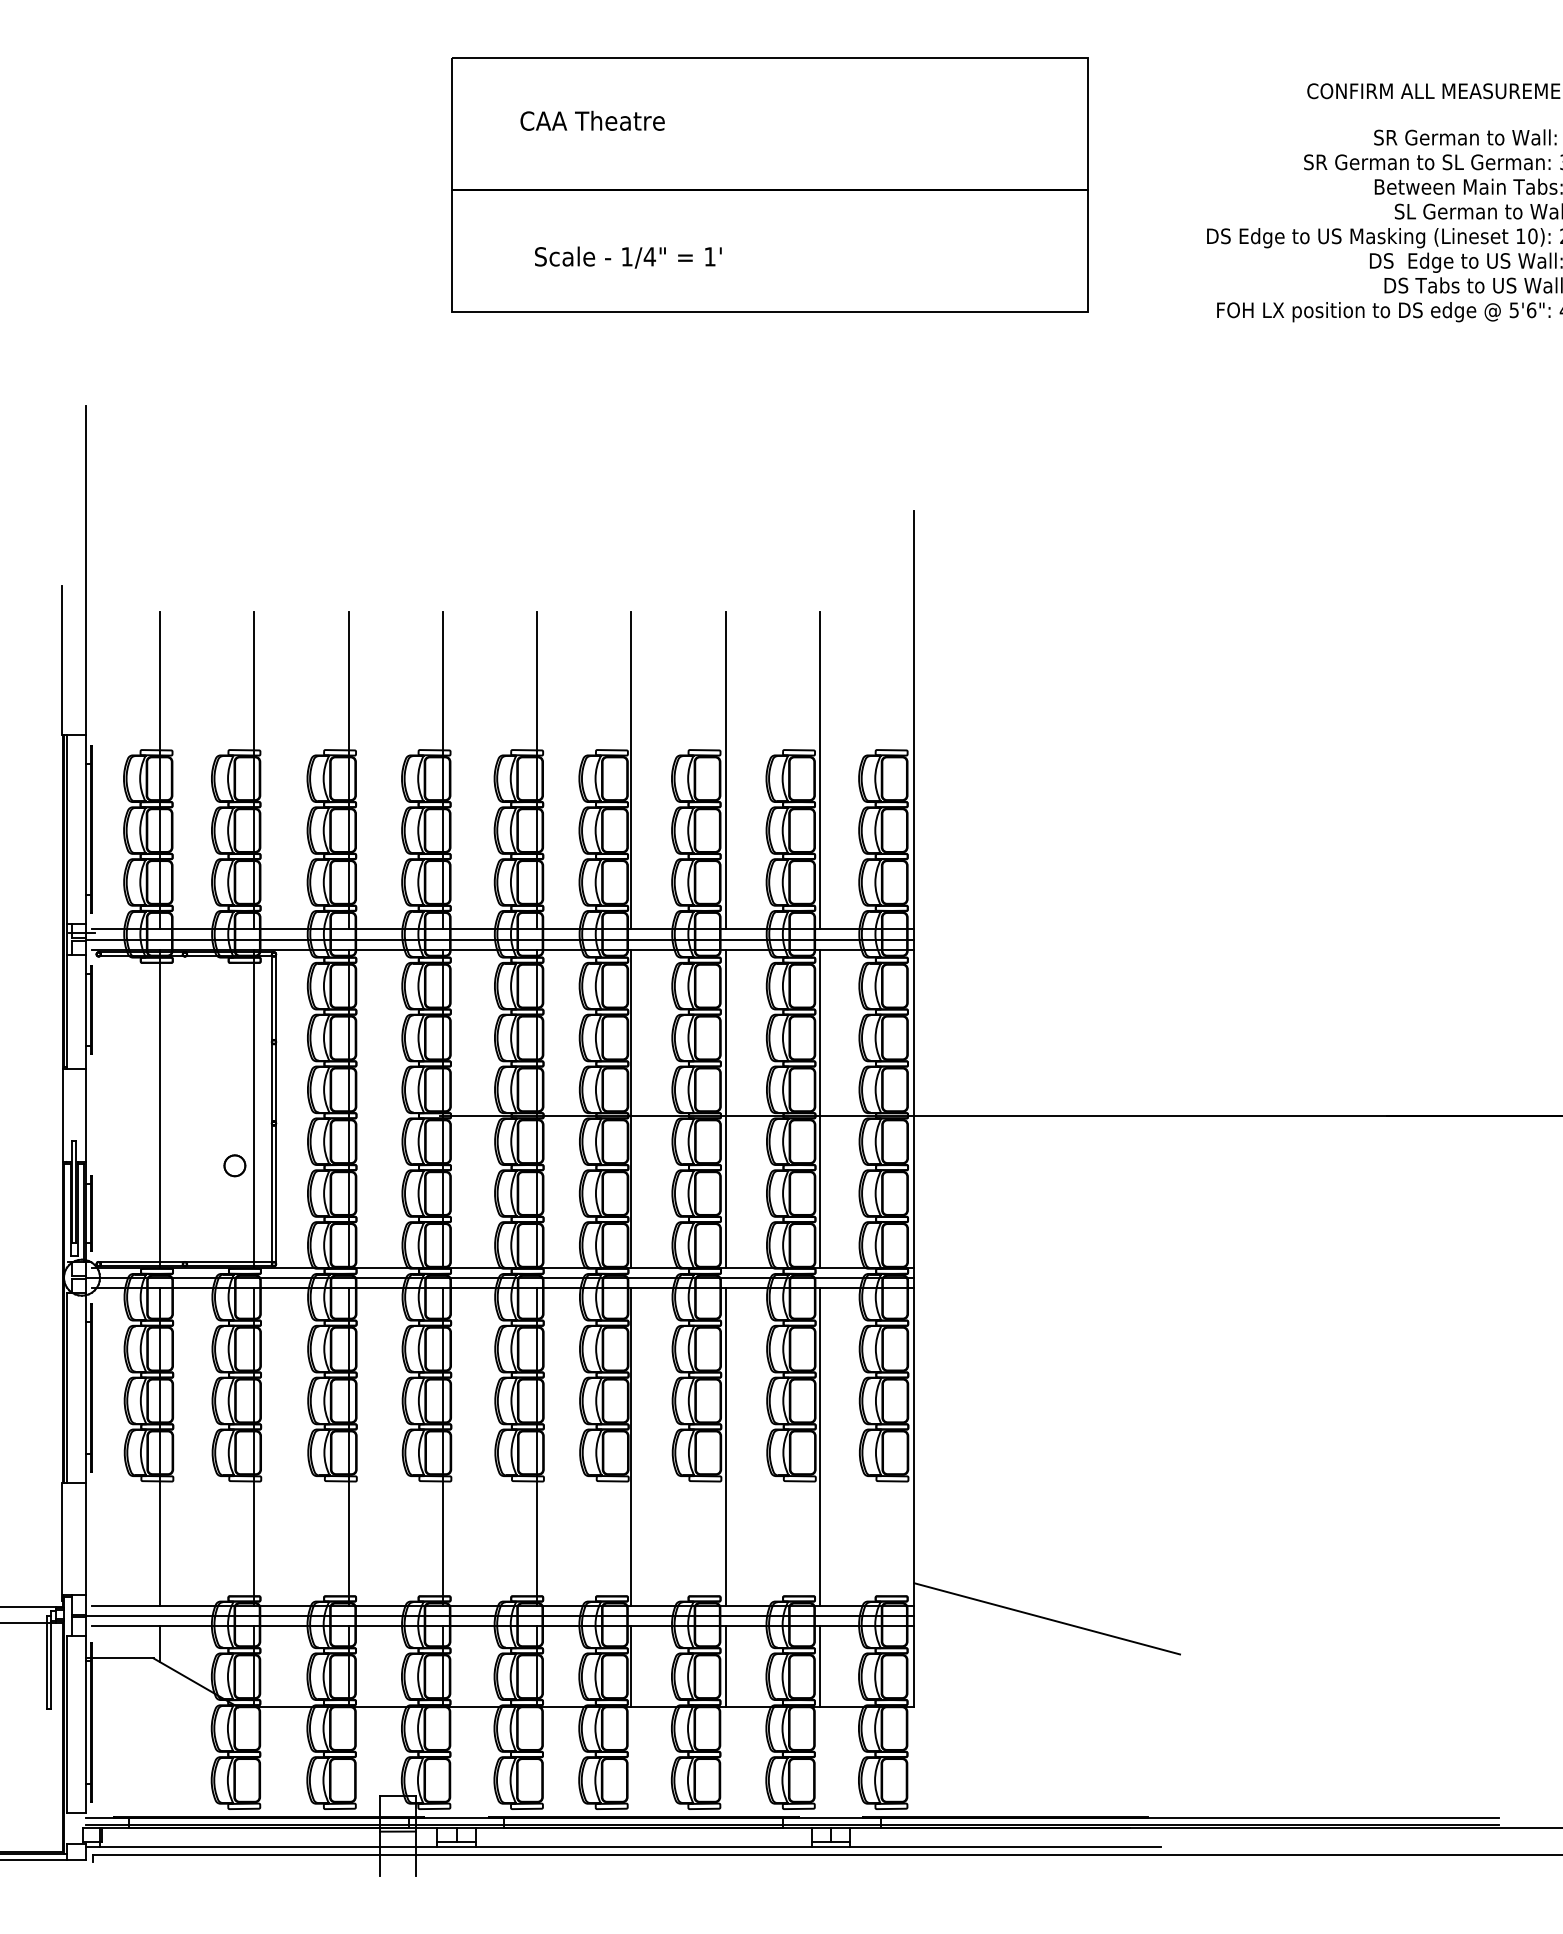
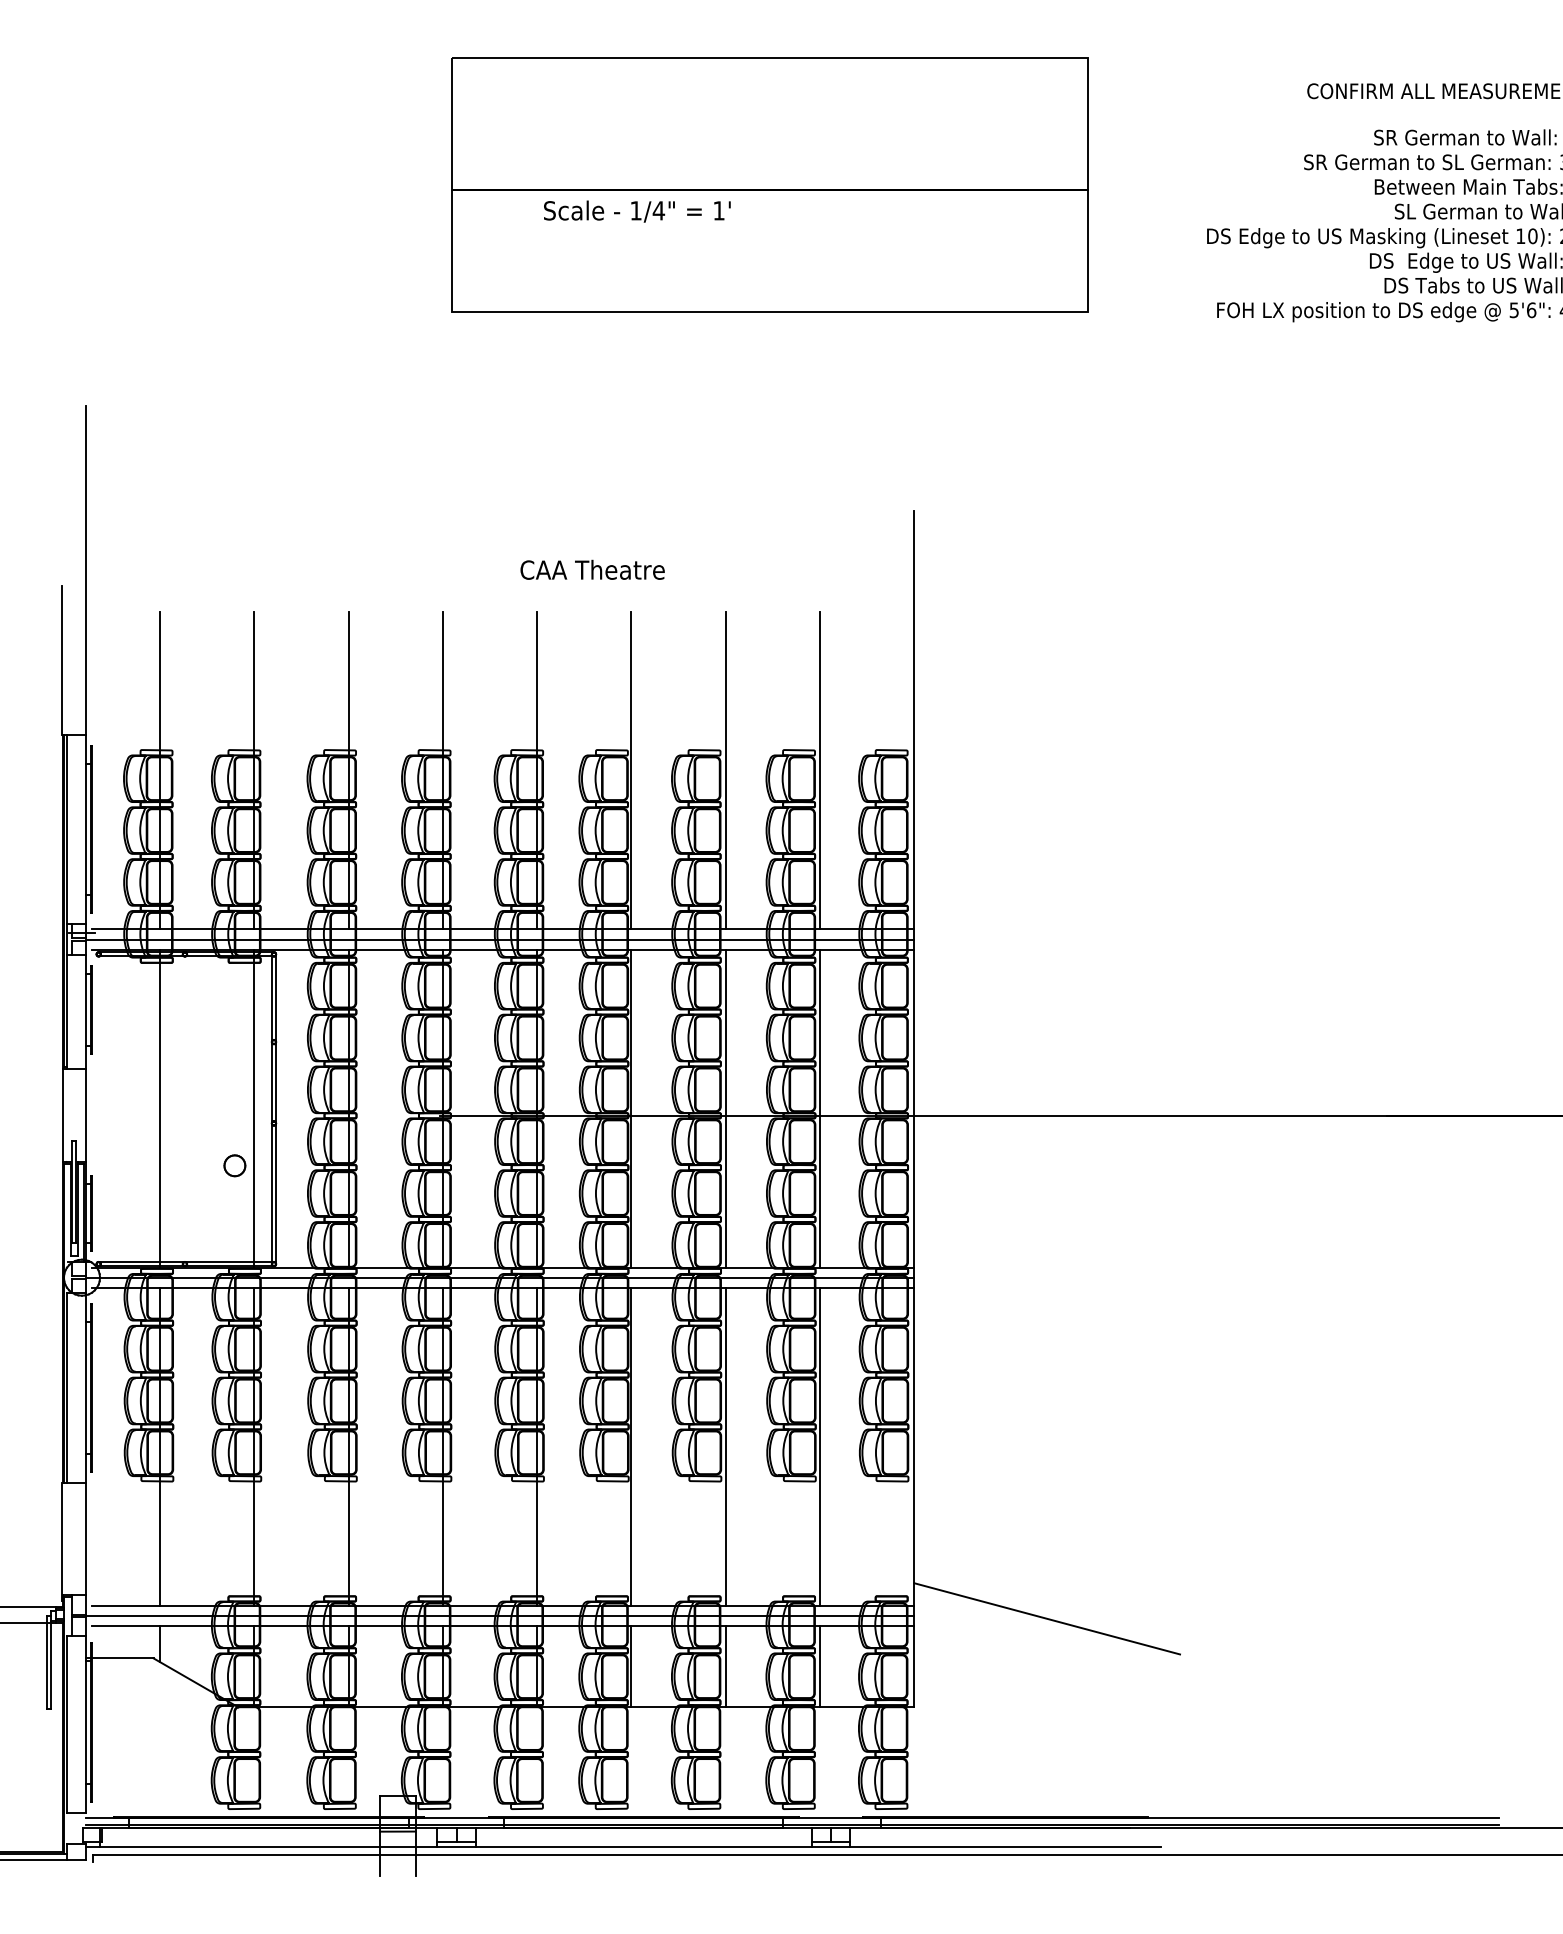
text at (592, 120) position: (592, 120) -> (592, 569)
text at (628, 257) position: (628, 257) -> (637, 211)
